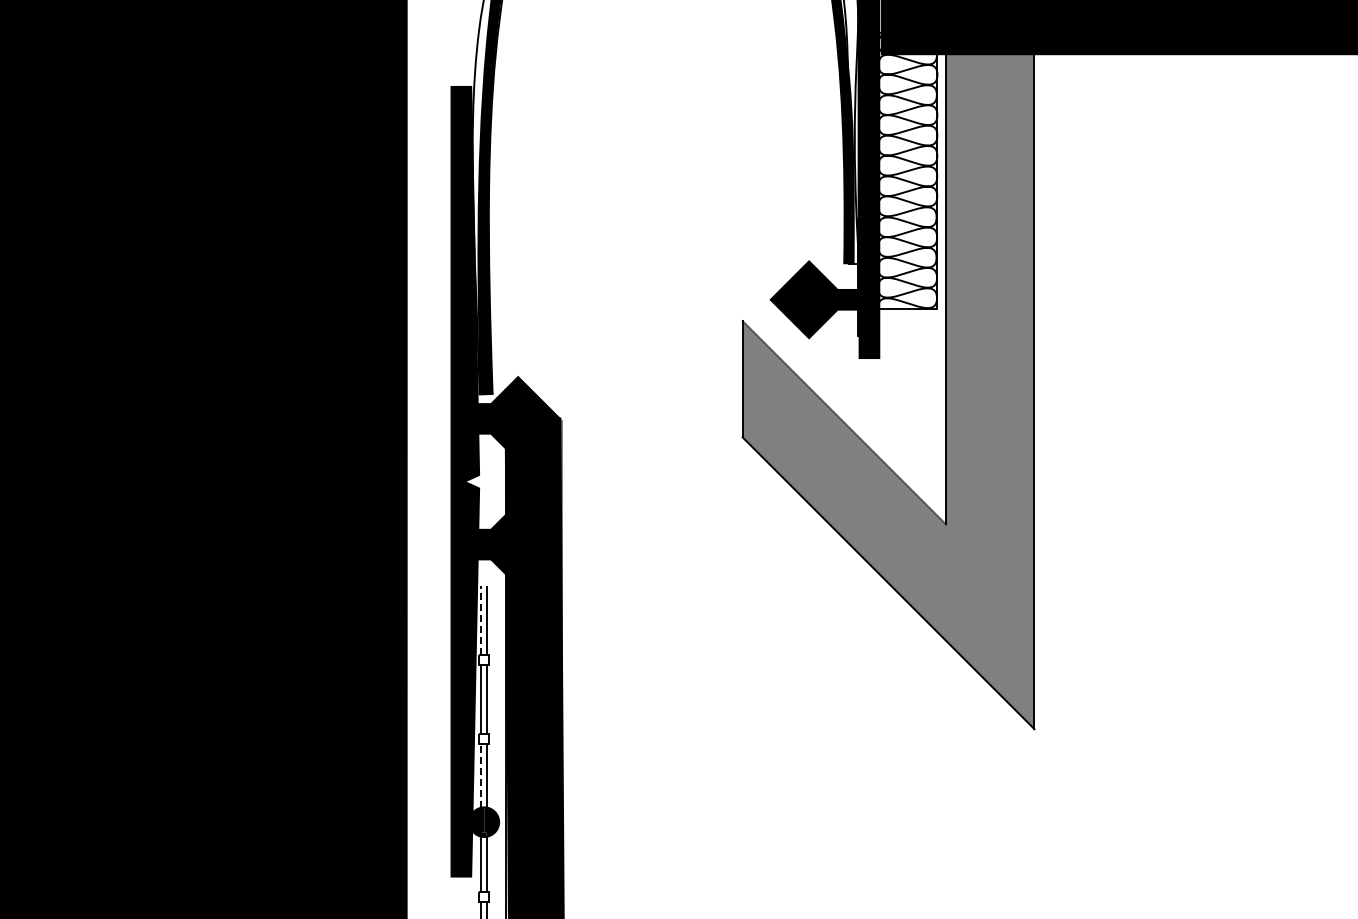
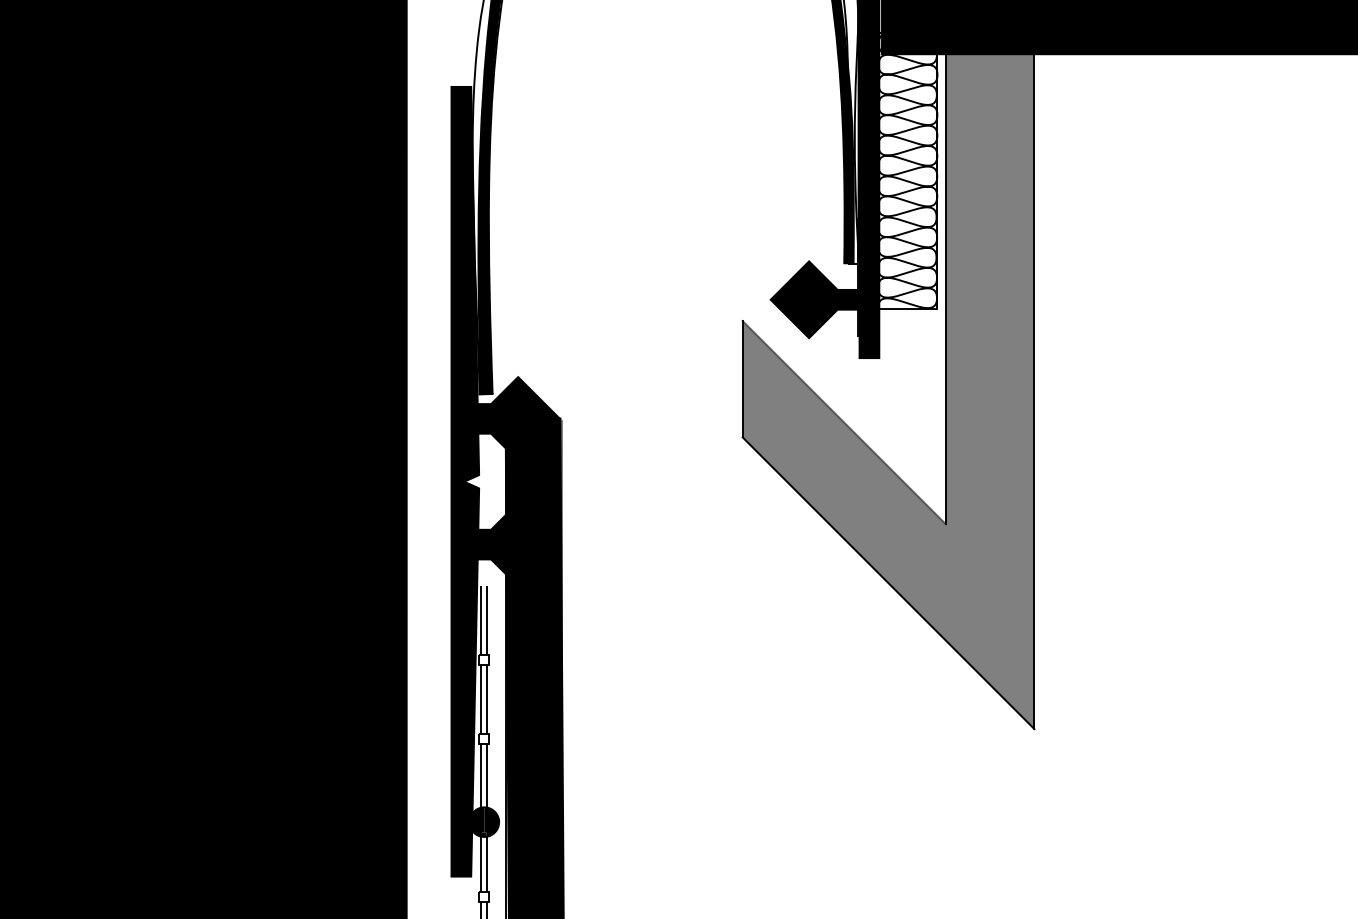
line at (481, 620): dashed -> solid
line at (481, 775): dashed -> solid
